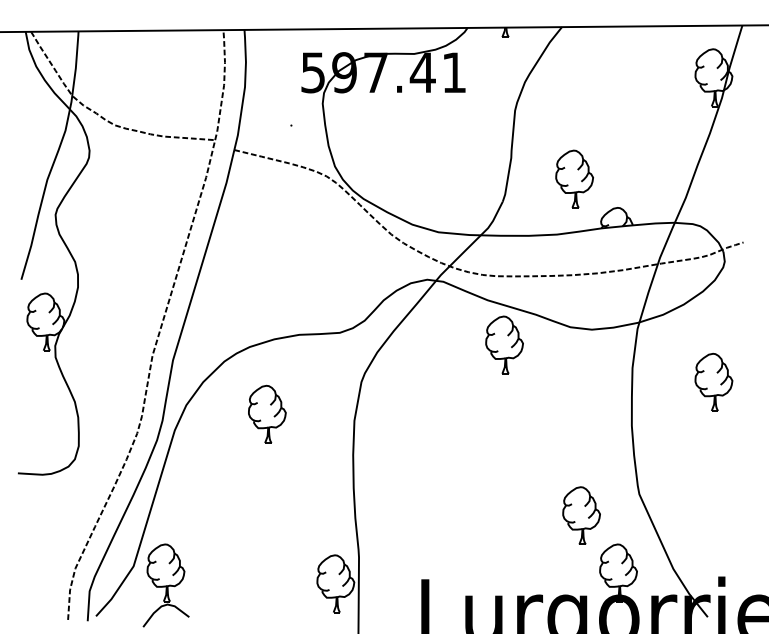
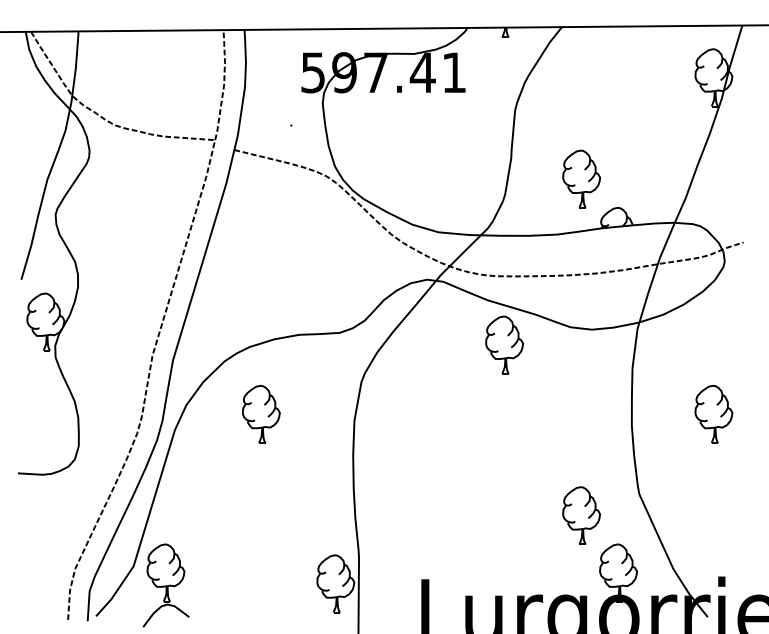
part at (574, 178) position: (574, 178) -> (581, 178)
part at (713, 381) position: (713, 381) -> (713, 413)
part at (267, 413) position: (267, 413) -> (261, 413)
